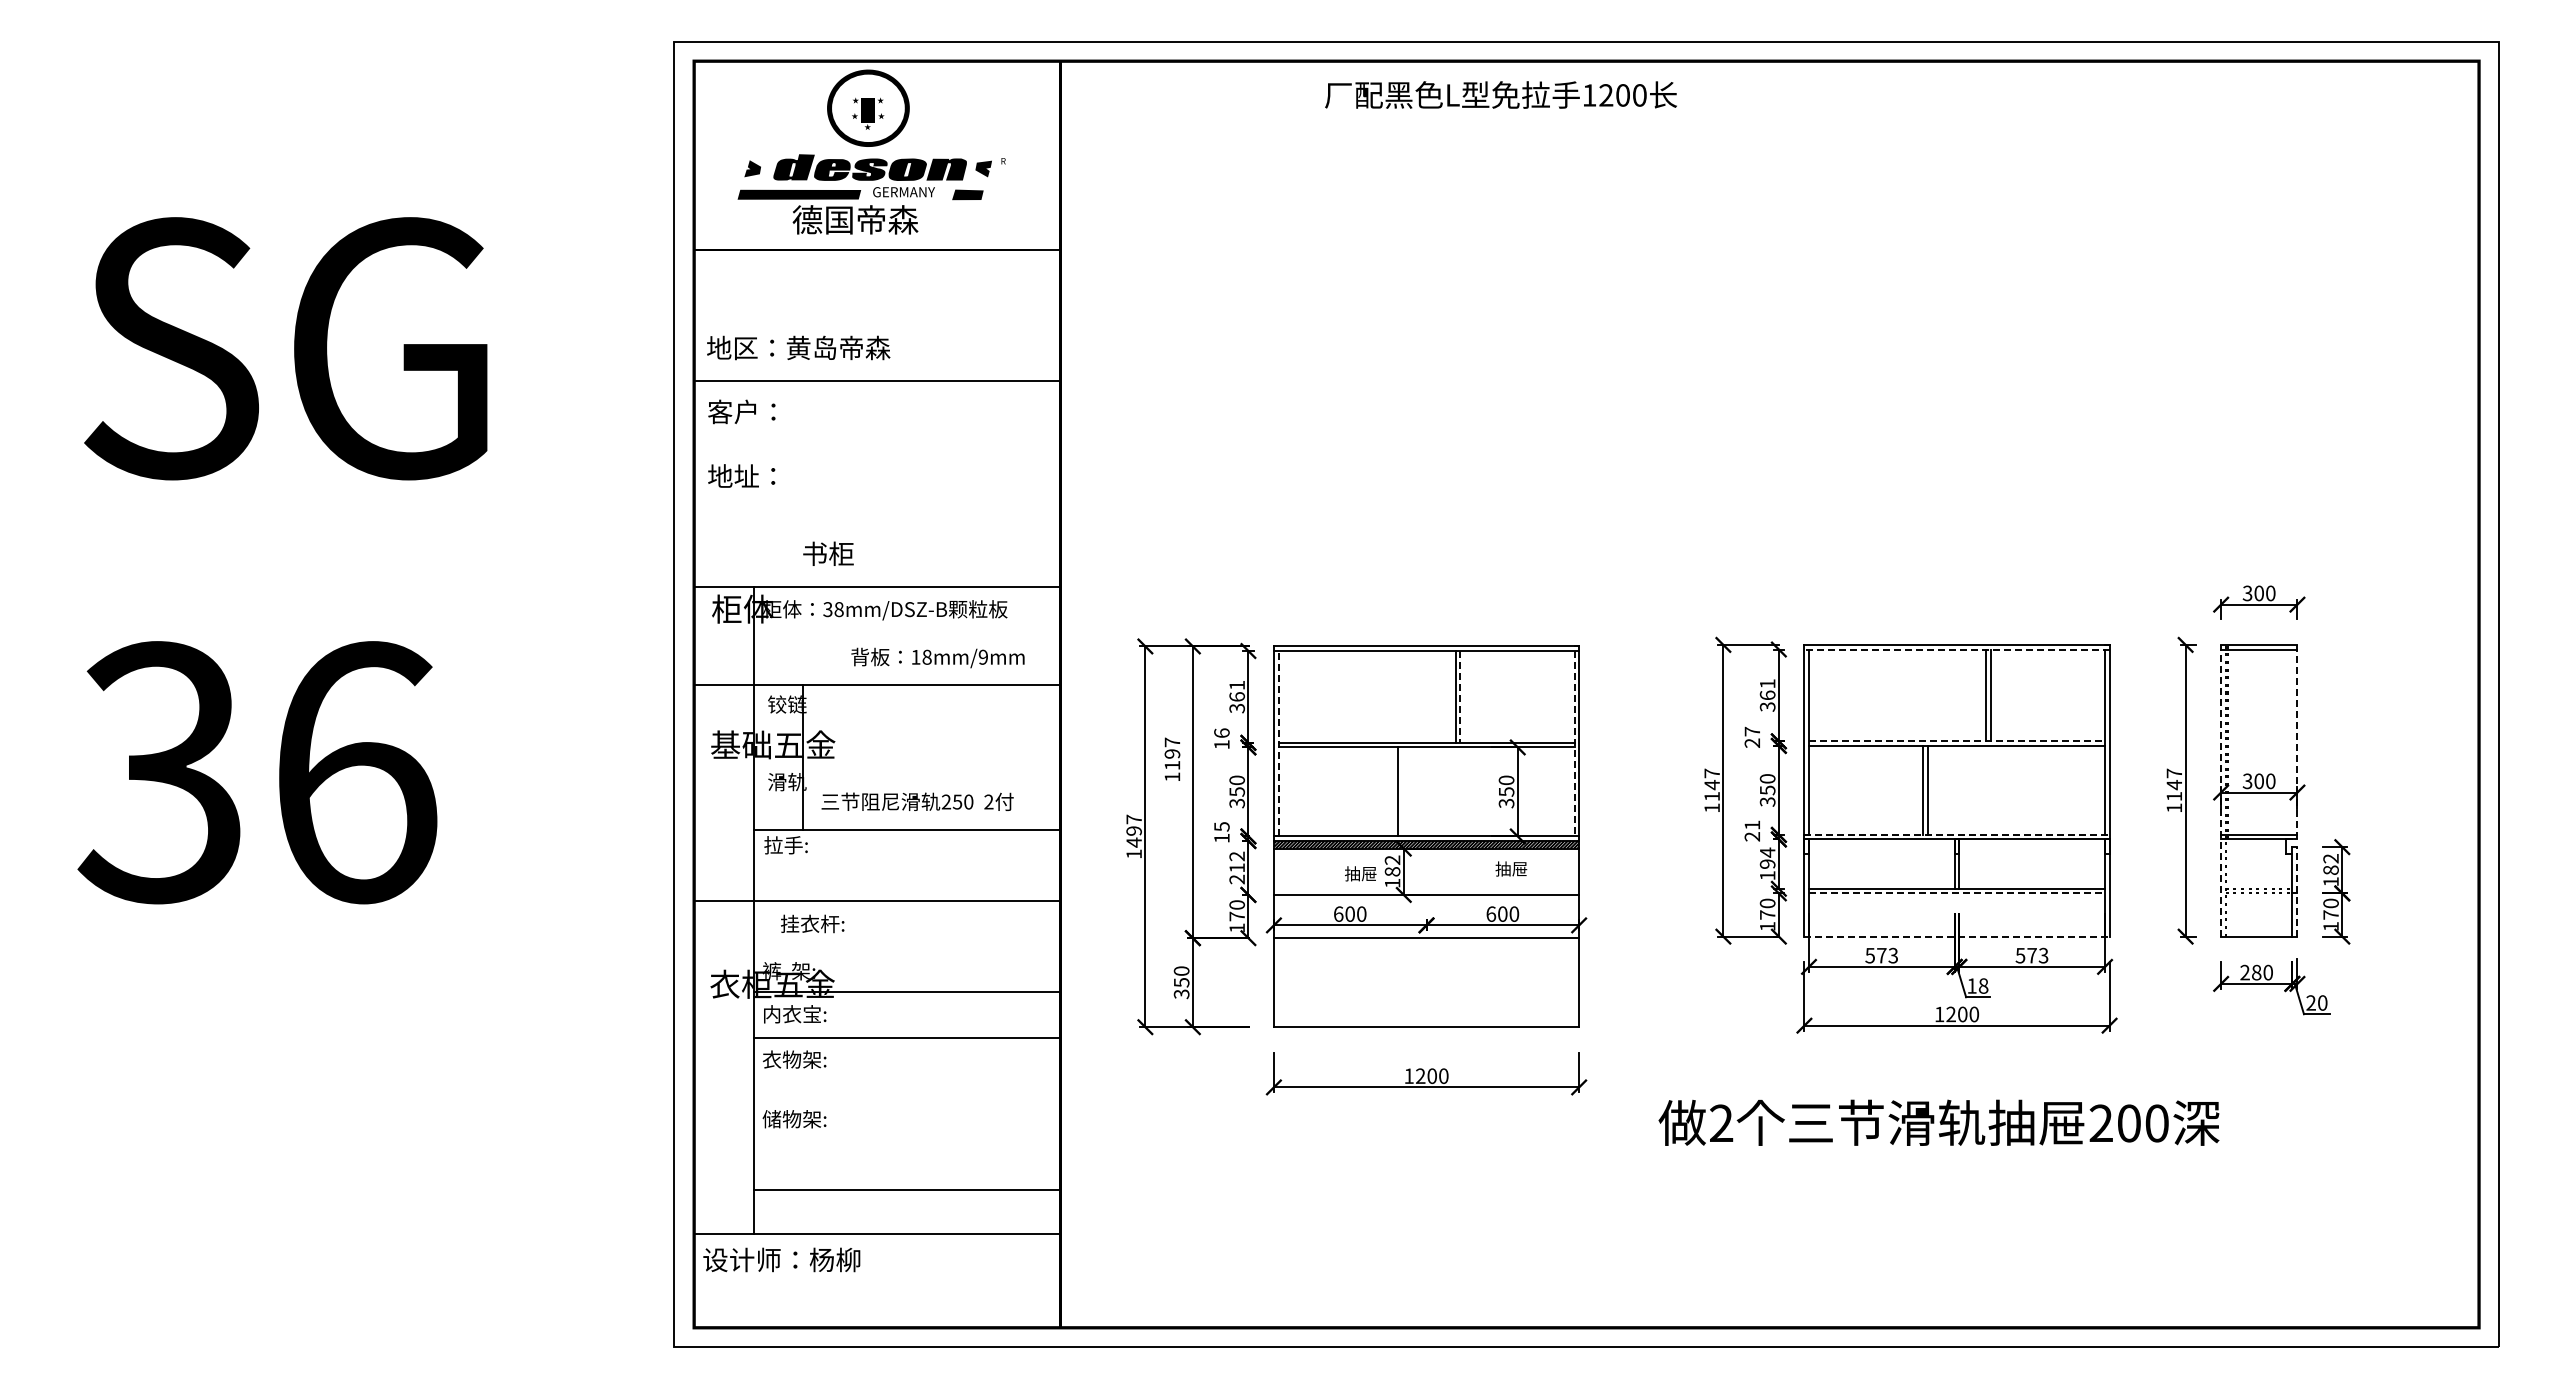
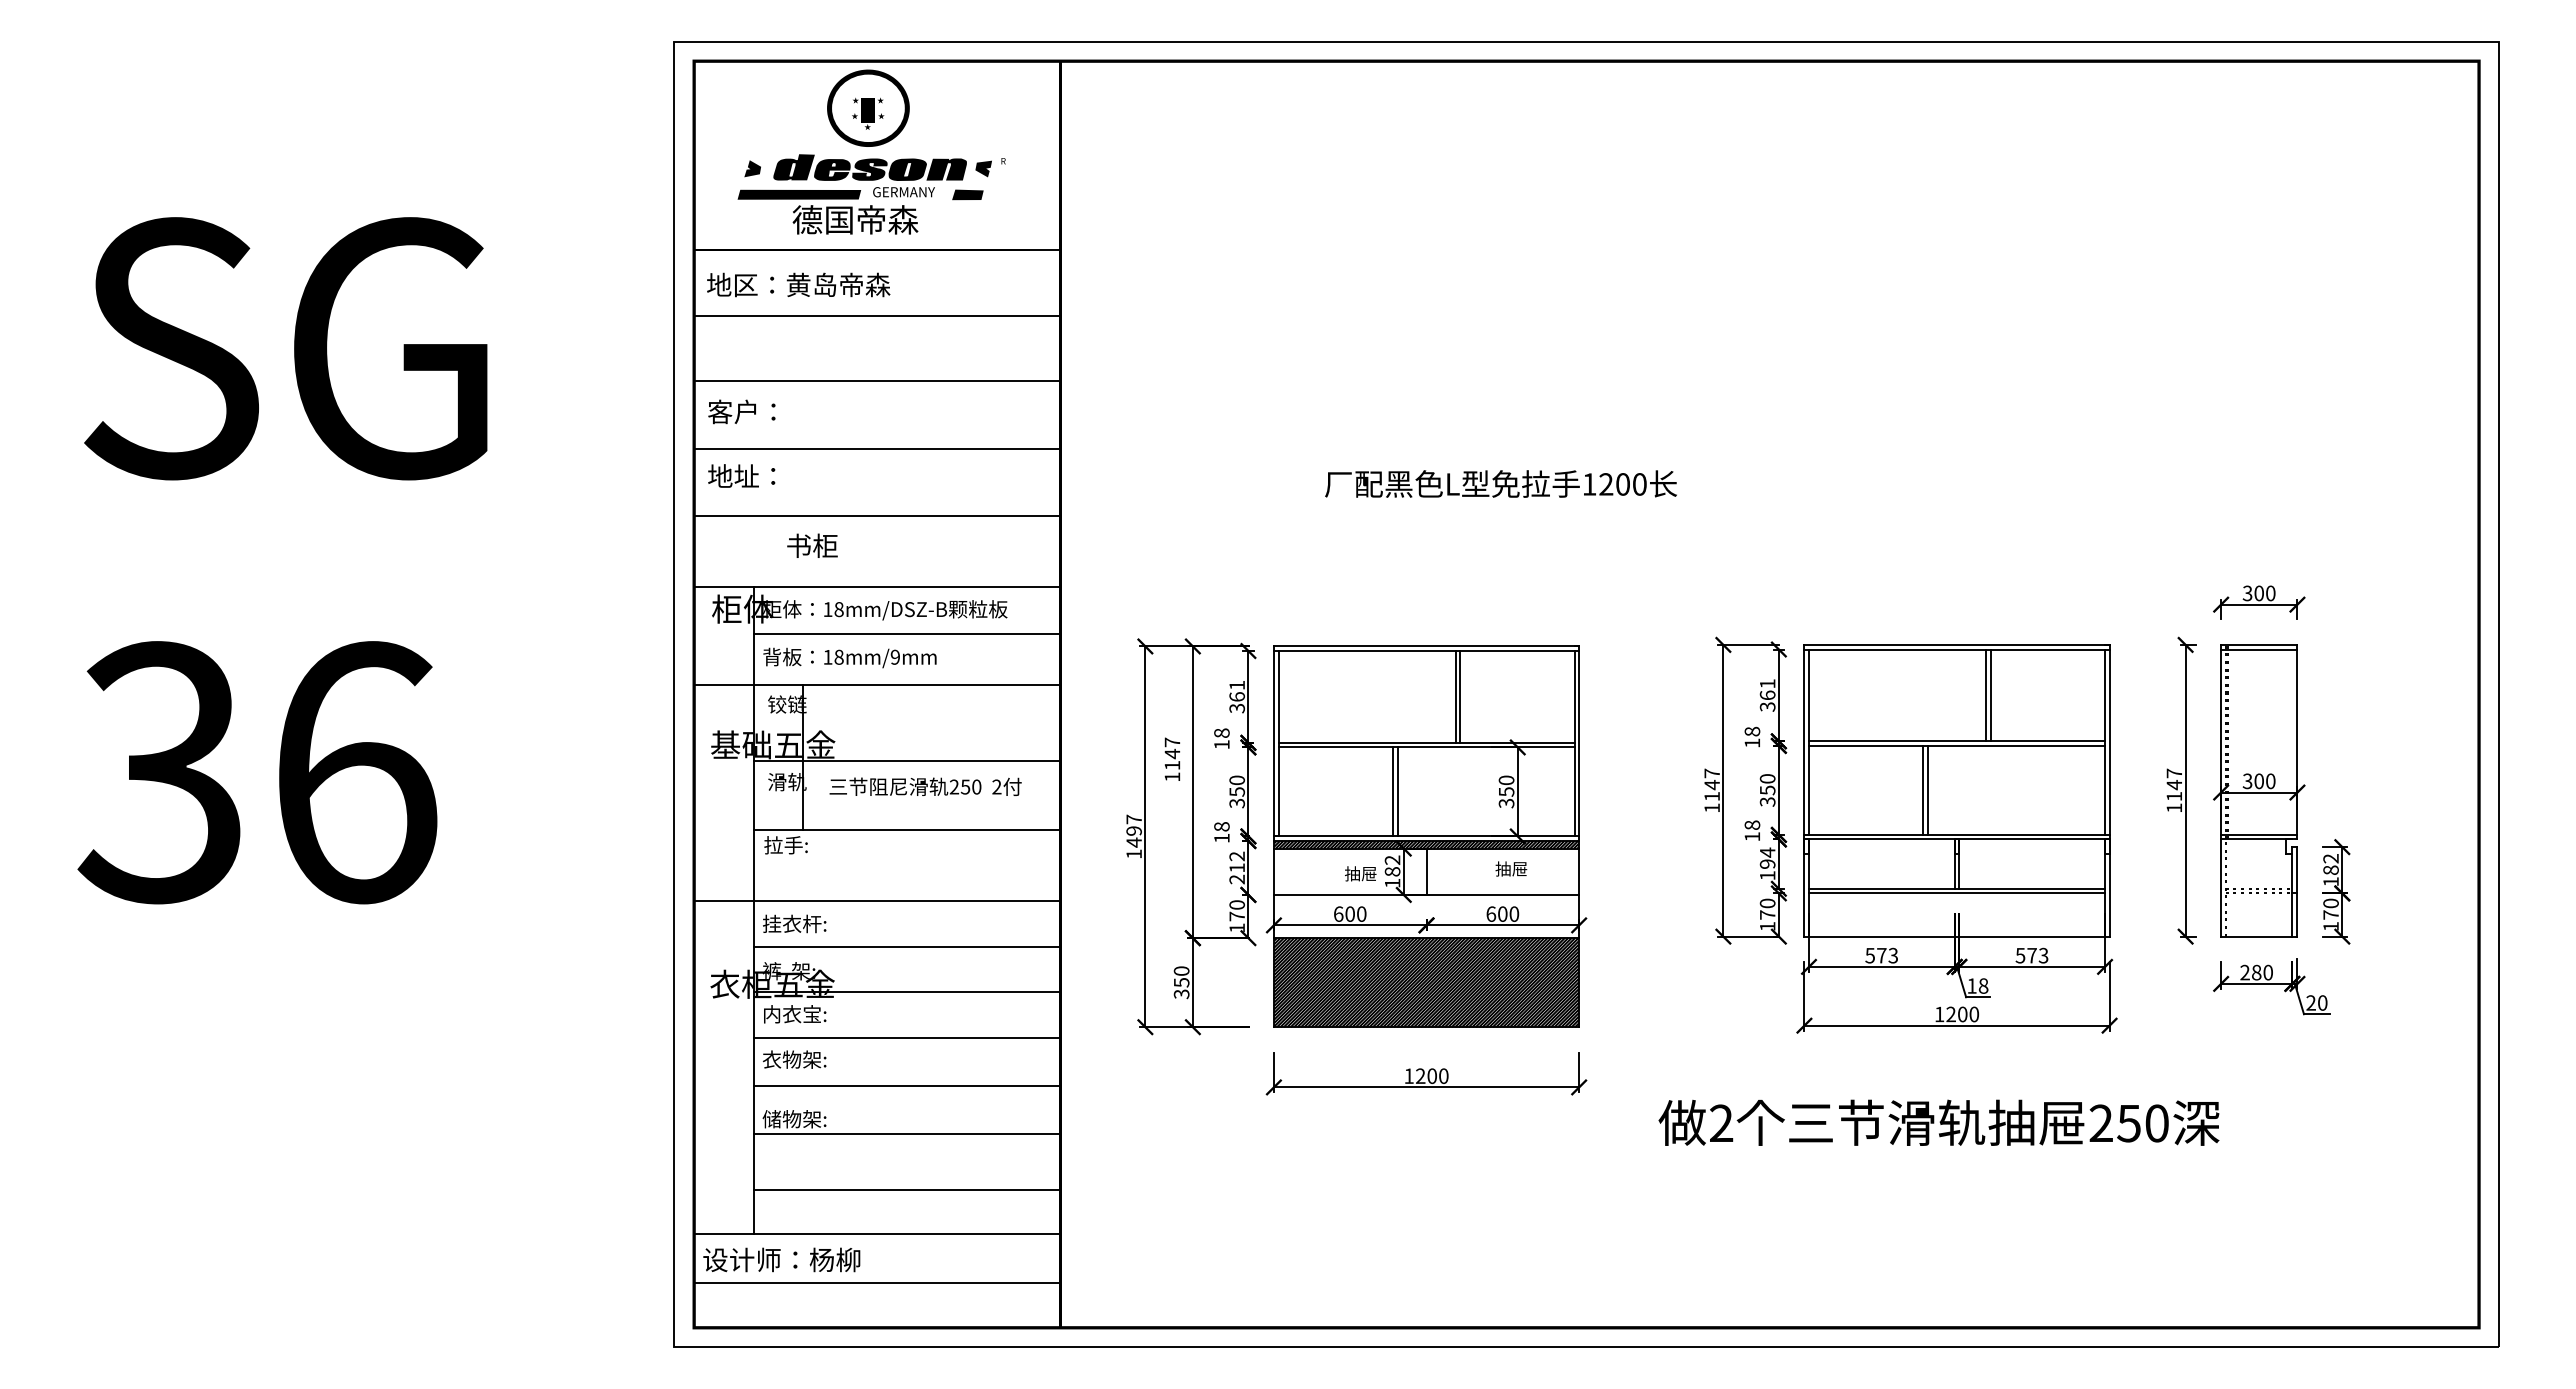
text at (1500, 94) position: (1500, 94) -> (1500, 483)
line at (877, 315): none -> present
text at (798, 347) position: (798, 347) -> (798, 284)
line at (877, 448): none -> present
line at (877, 516): none -> present
text at (828, 553) position: (828, 553) -> (812, 545)
text at (827, 609): 38mm/DSZ-B -> 18mm/DSZ-B
line at (907, 634): none -> present
line at (1957, 649): dashed -> solid
text at (937, 657) position: (937, 657) -> (849, 657)
line at (1460, 696): dashed -> solid
text at (1221, 732): 16 -> 18
text at (1752, 736): 27 -> 18
line at (1957, 741): dashed -> solid
line at (2297, 741): dashed -> solid
line at (1278, 743): dashed -> solid
line at (1574, 743): dashed -> solid
text at (1172, 753): 1197 -> 1147
line at (907, 761): none -> present
line at (2221, 790): dashed -> solid
line at (1392, 791): none -> present
text at (917, 801) position: (917, 801) -> (925, 786)
text at (1221, 826): 15 -> 18
text at (1752, 830): 21 -> 18
line at (1957, 834): dashed -> solid
line at (1426, 871): none -> present
line at (2297, 891): dashed -> solid
line at (1957, 893): dashed -> solid
text at (812, 923) position: (812, 923) -> (794, 923)
line at (1957, 936): dashed -> solid
line at (907, 947): none -> present
hatch at (1426, 982): none -> present
line at (907, 1086): none -> present
text at (2128, 1123): 200 -> 250
line at (907, 1133): none -> present
line at (877, 1282): none -> present
